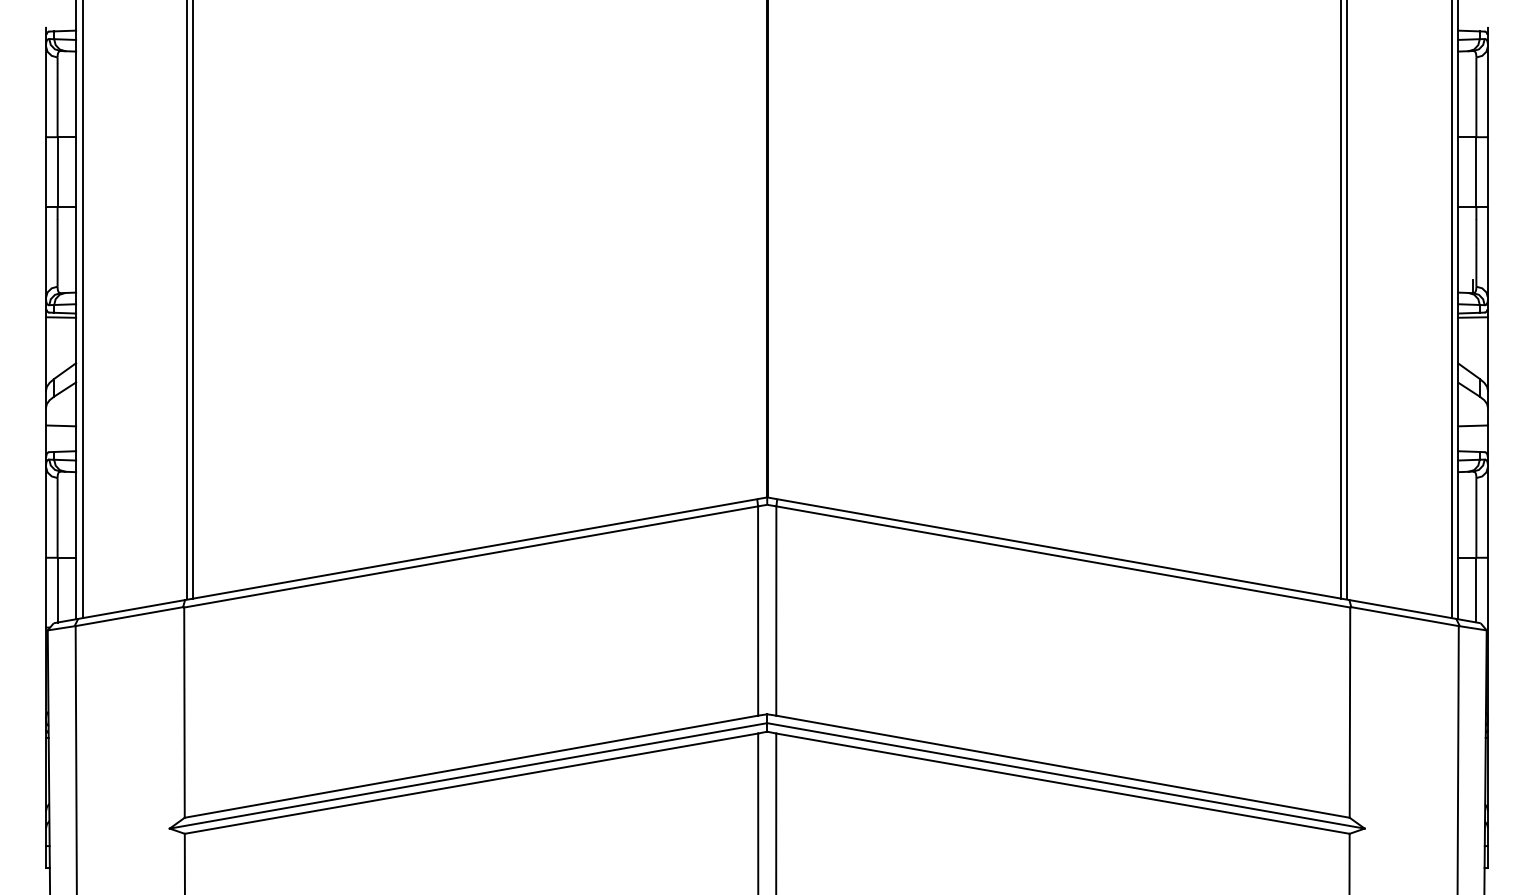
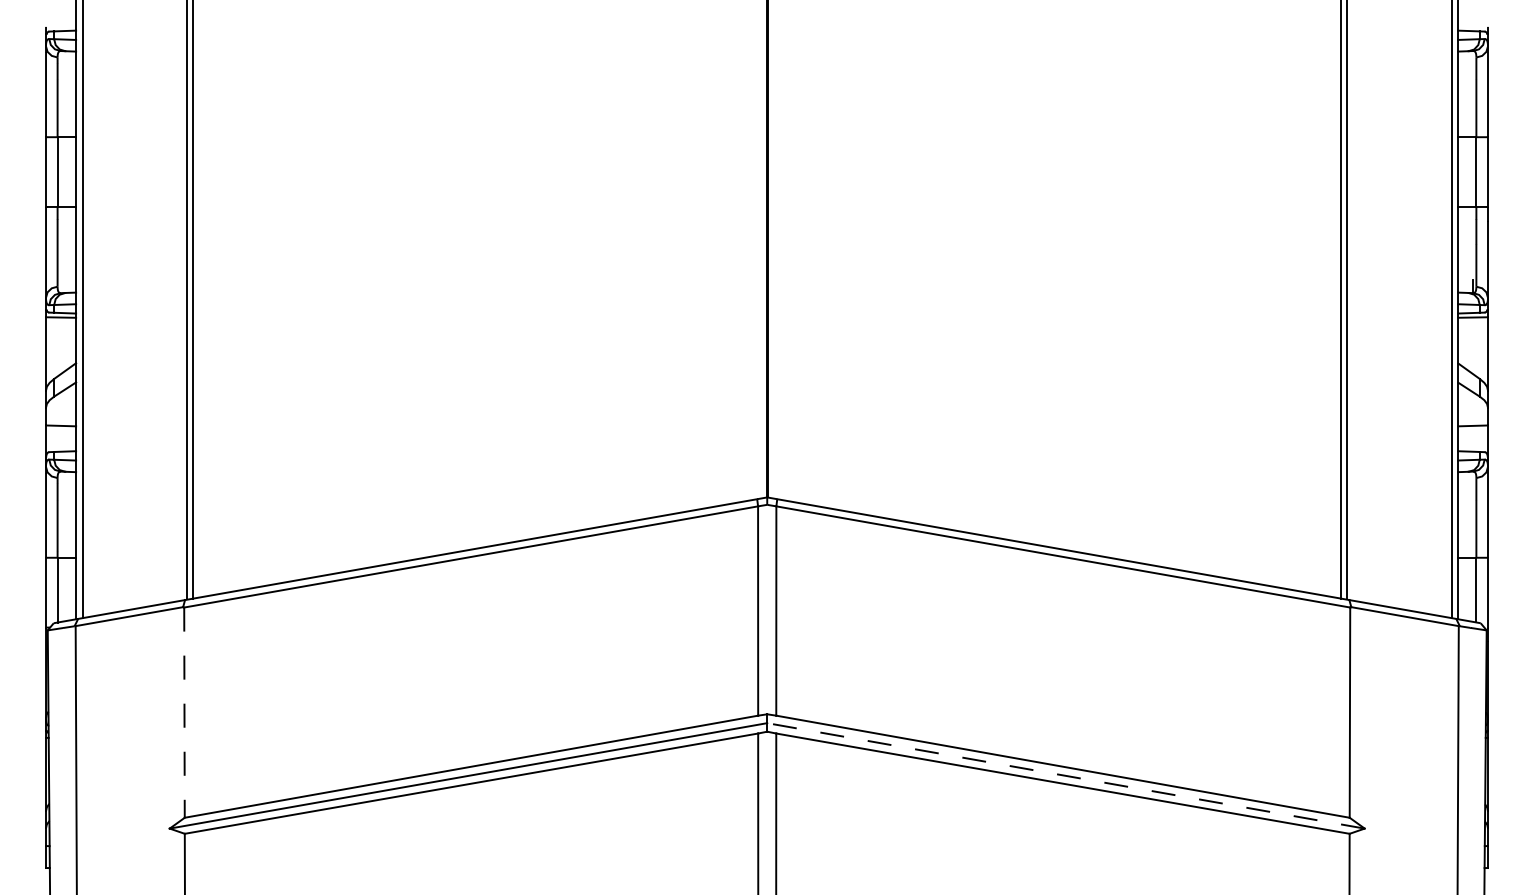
line at (184, 713): solid -> dashed
line at (1065, 775): solid -> dashed
